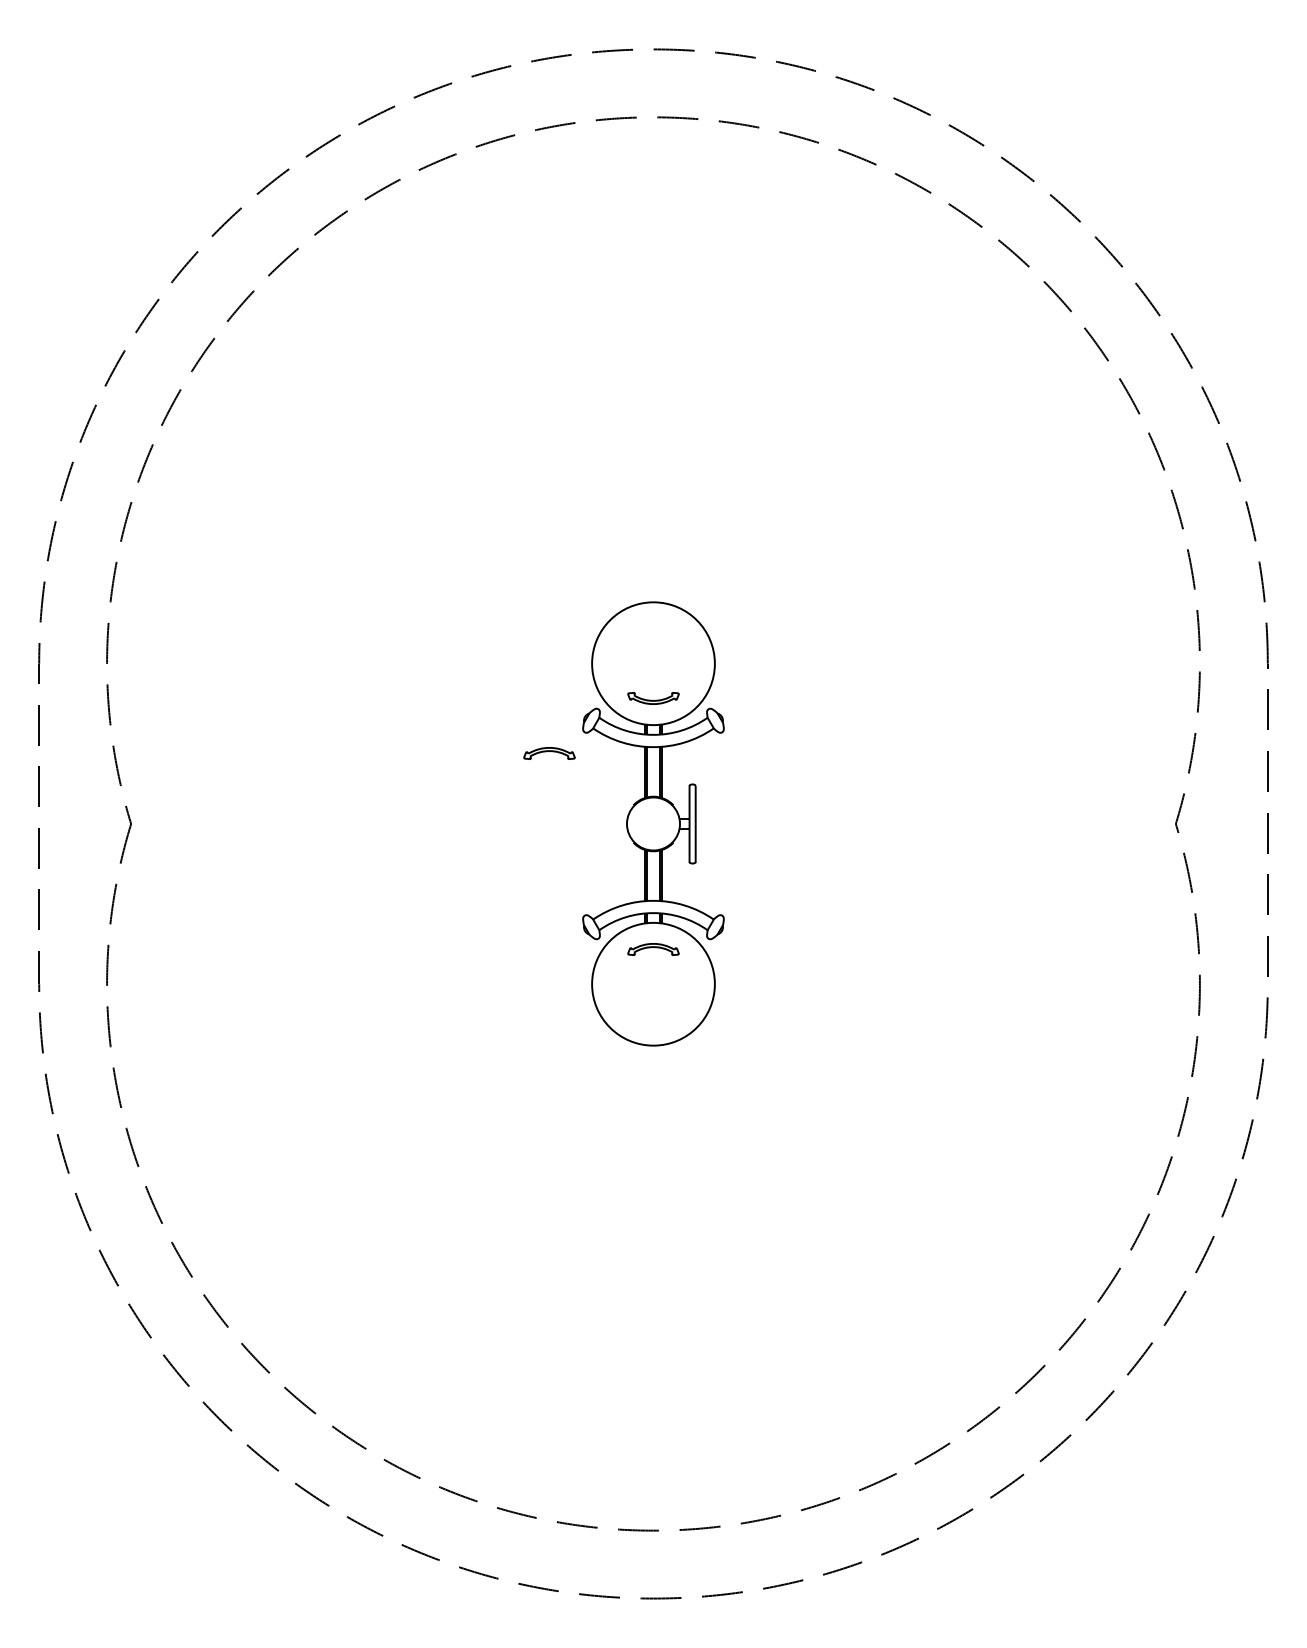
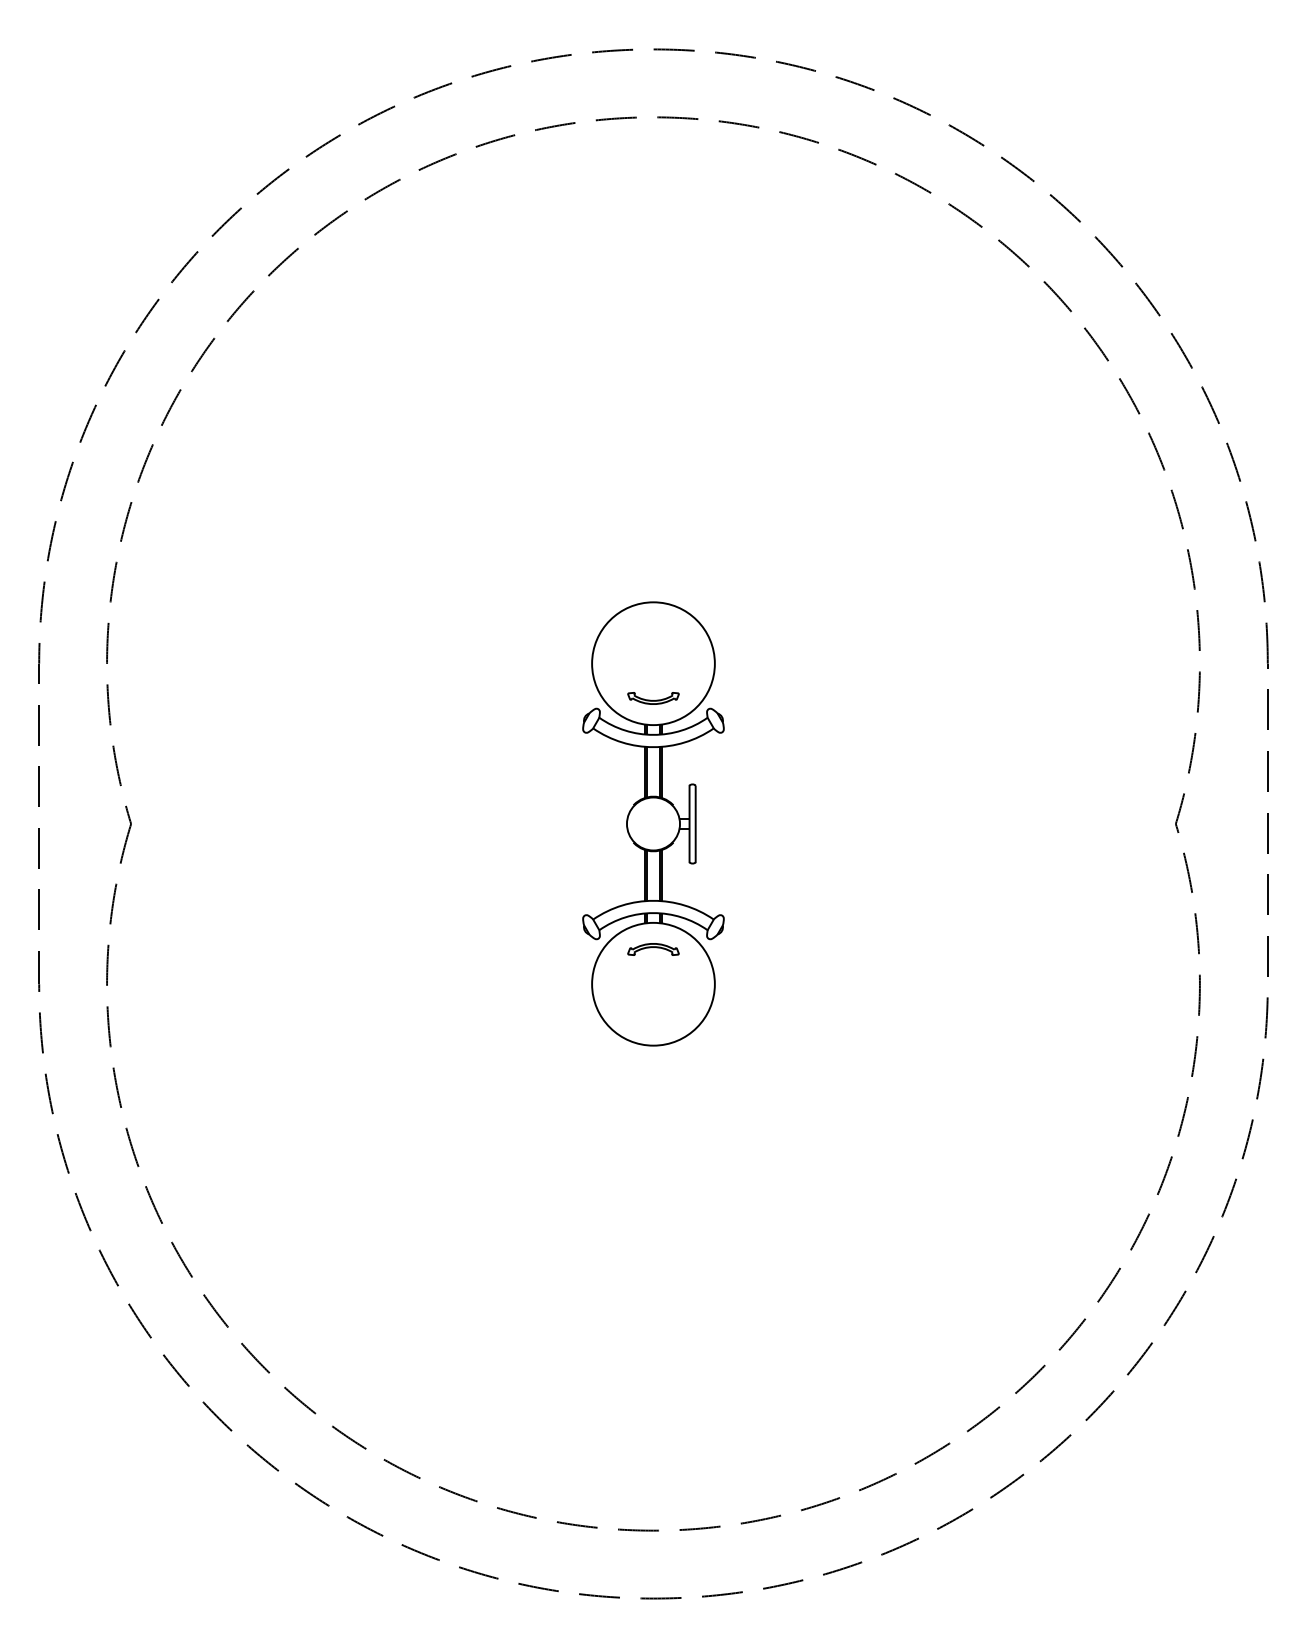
part at (549, 753): present -> none
